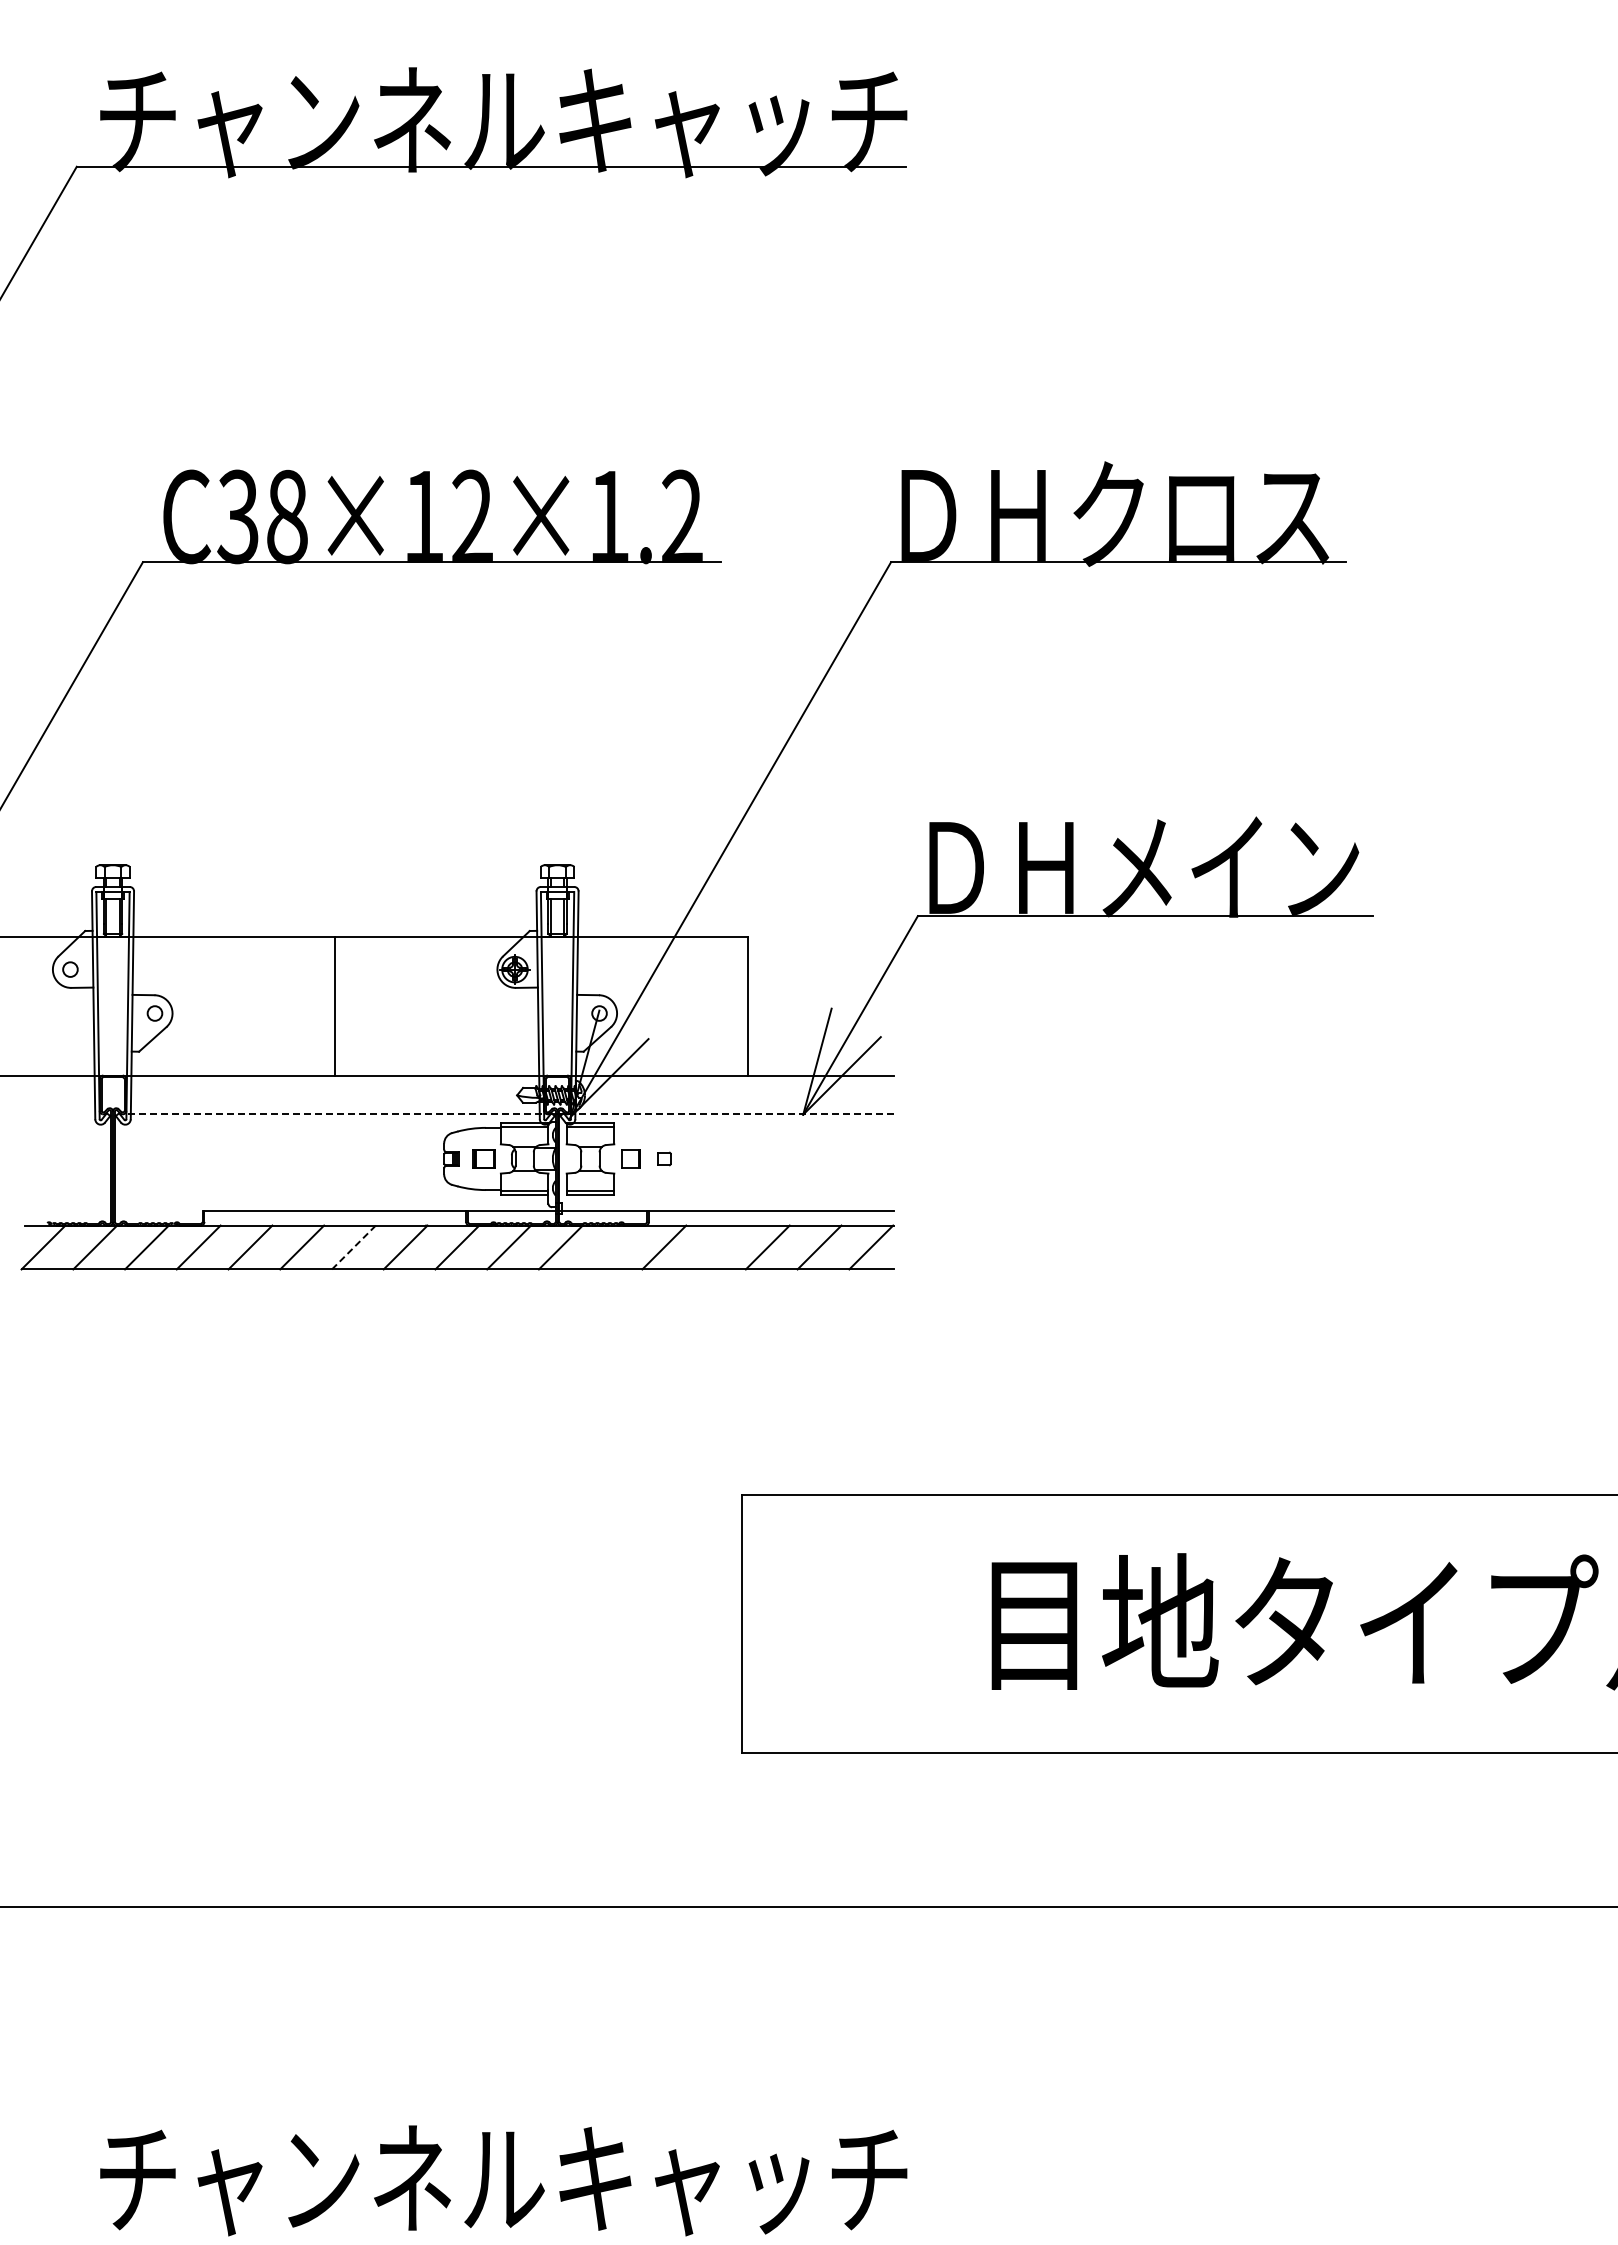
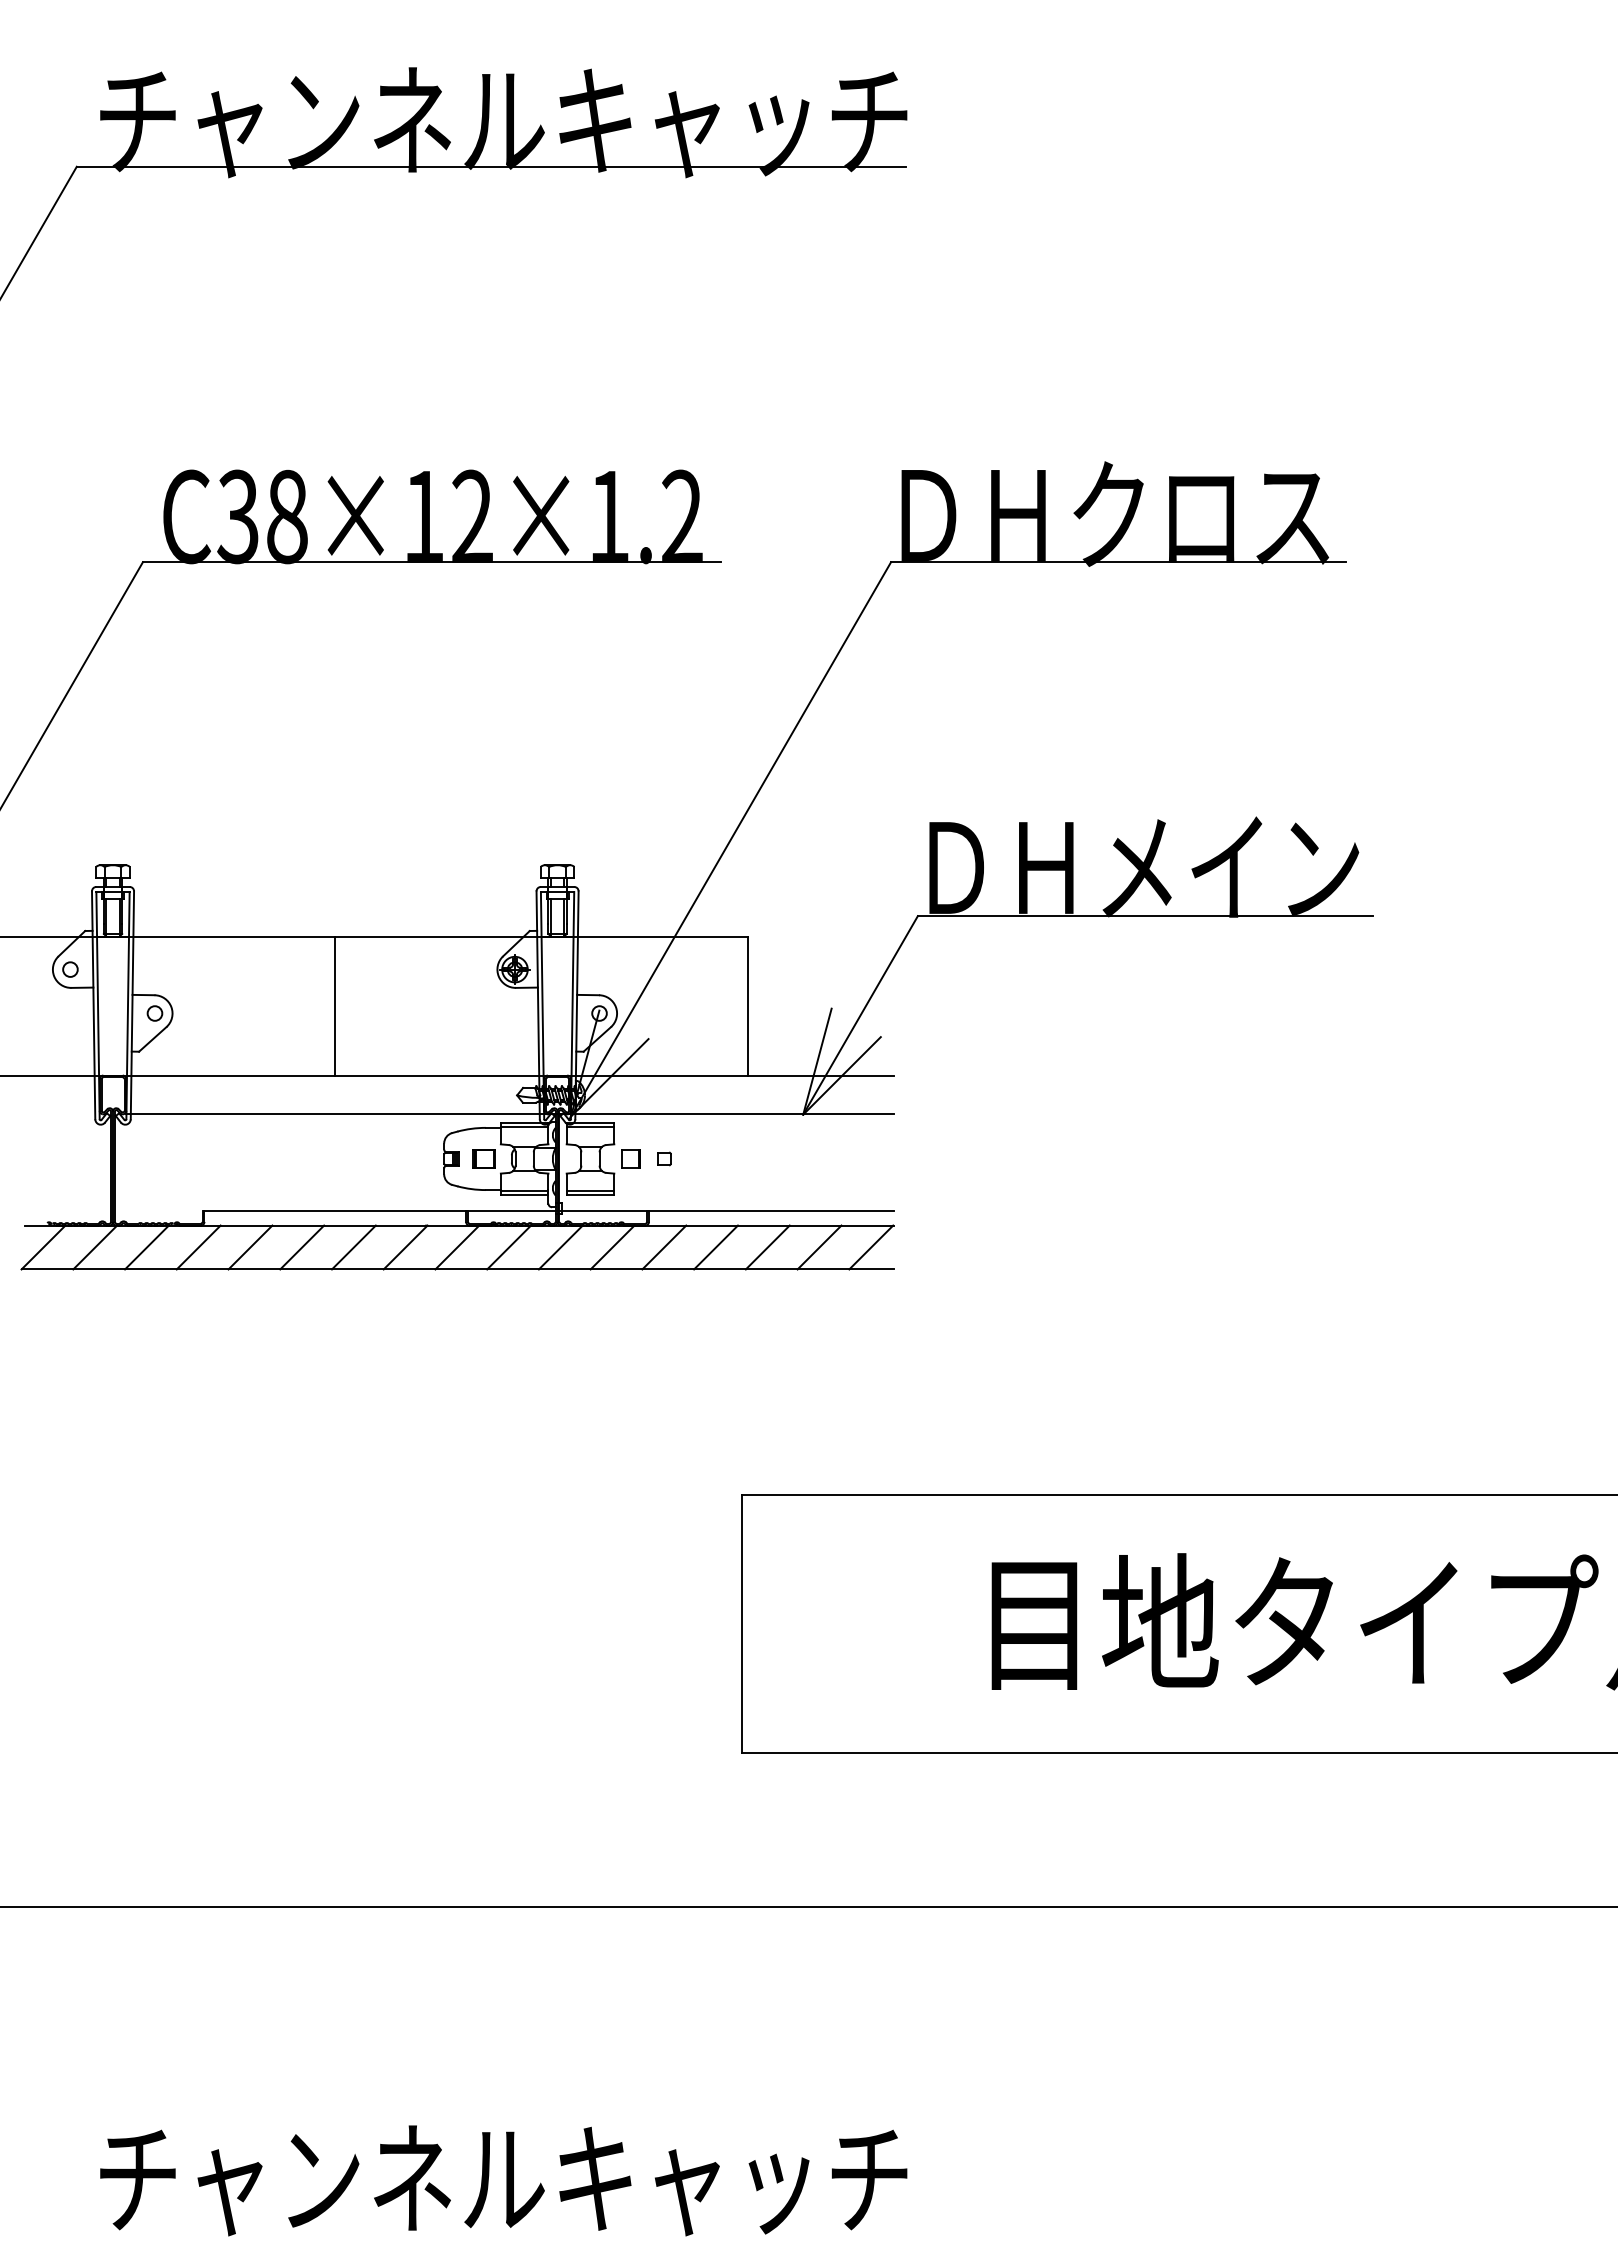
line at (510, 1114): dashed -> solid
line at (354, 1247): dashed -> solid
line at (612, 1247): none -> present
line at (716, 1247): none -> present
